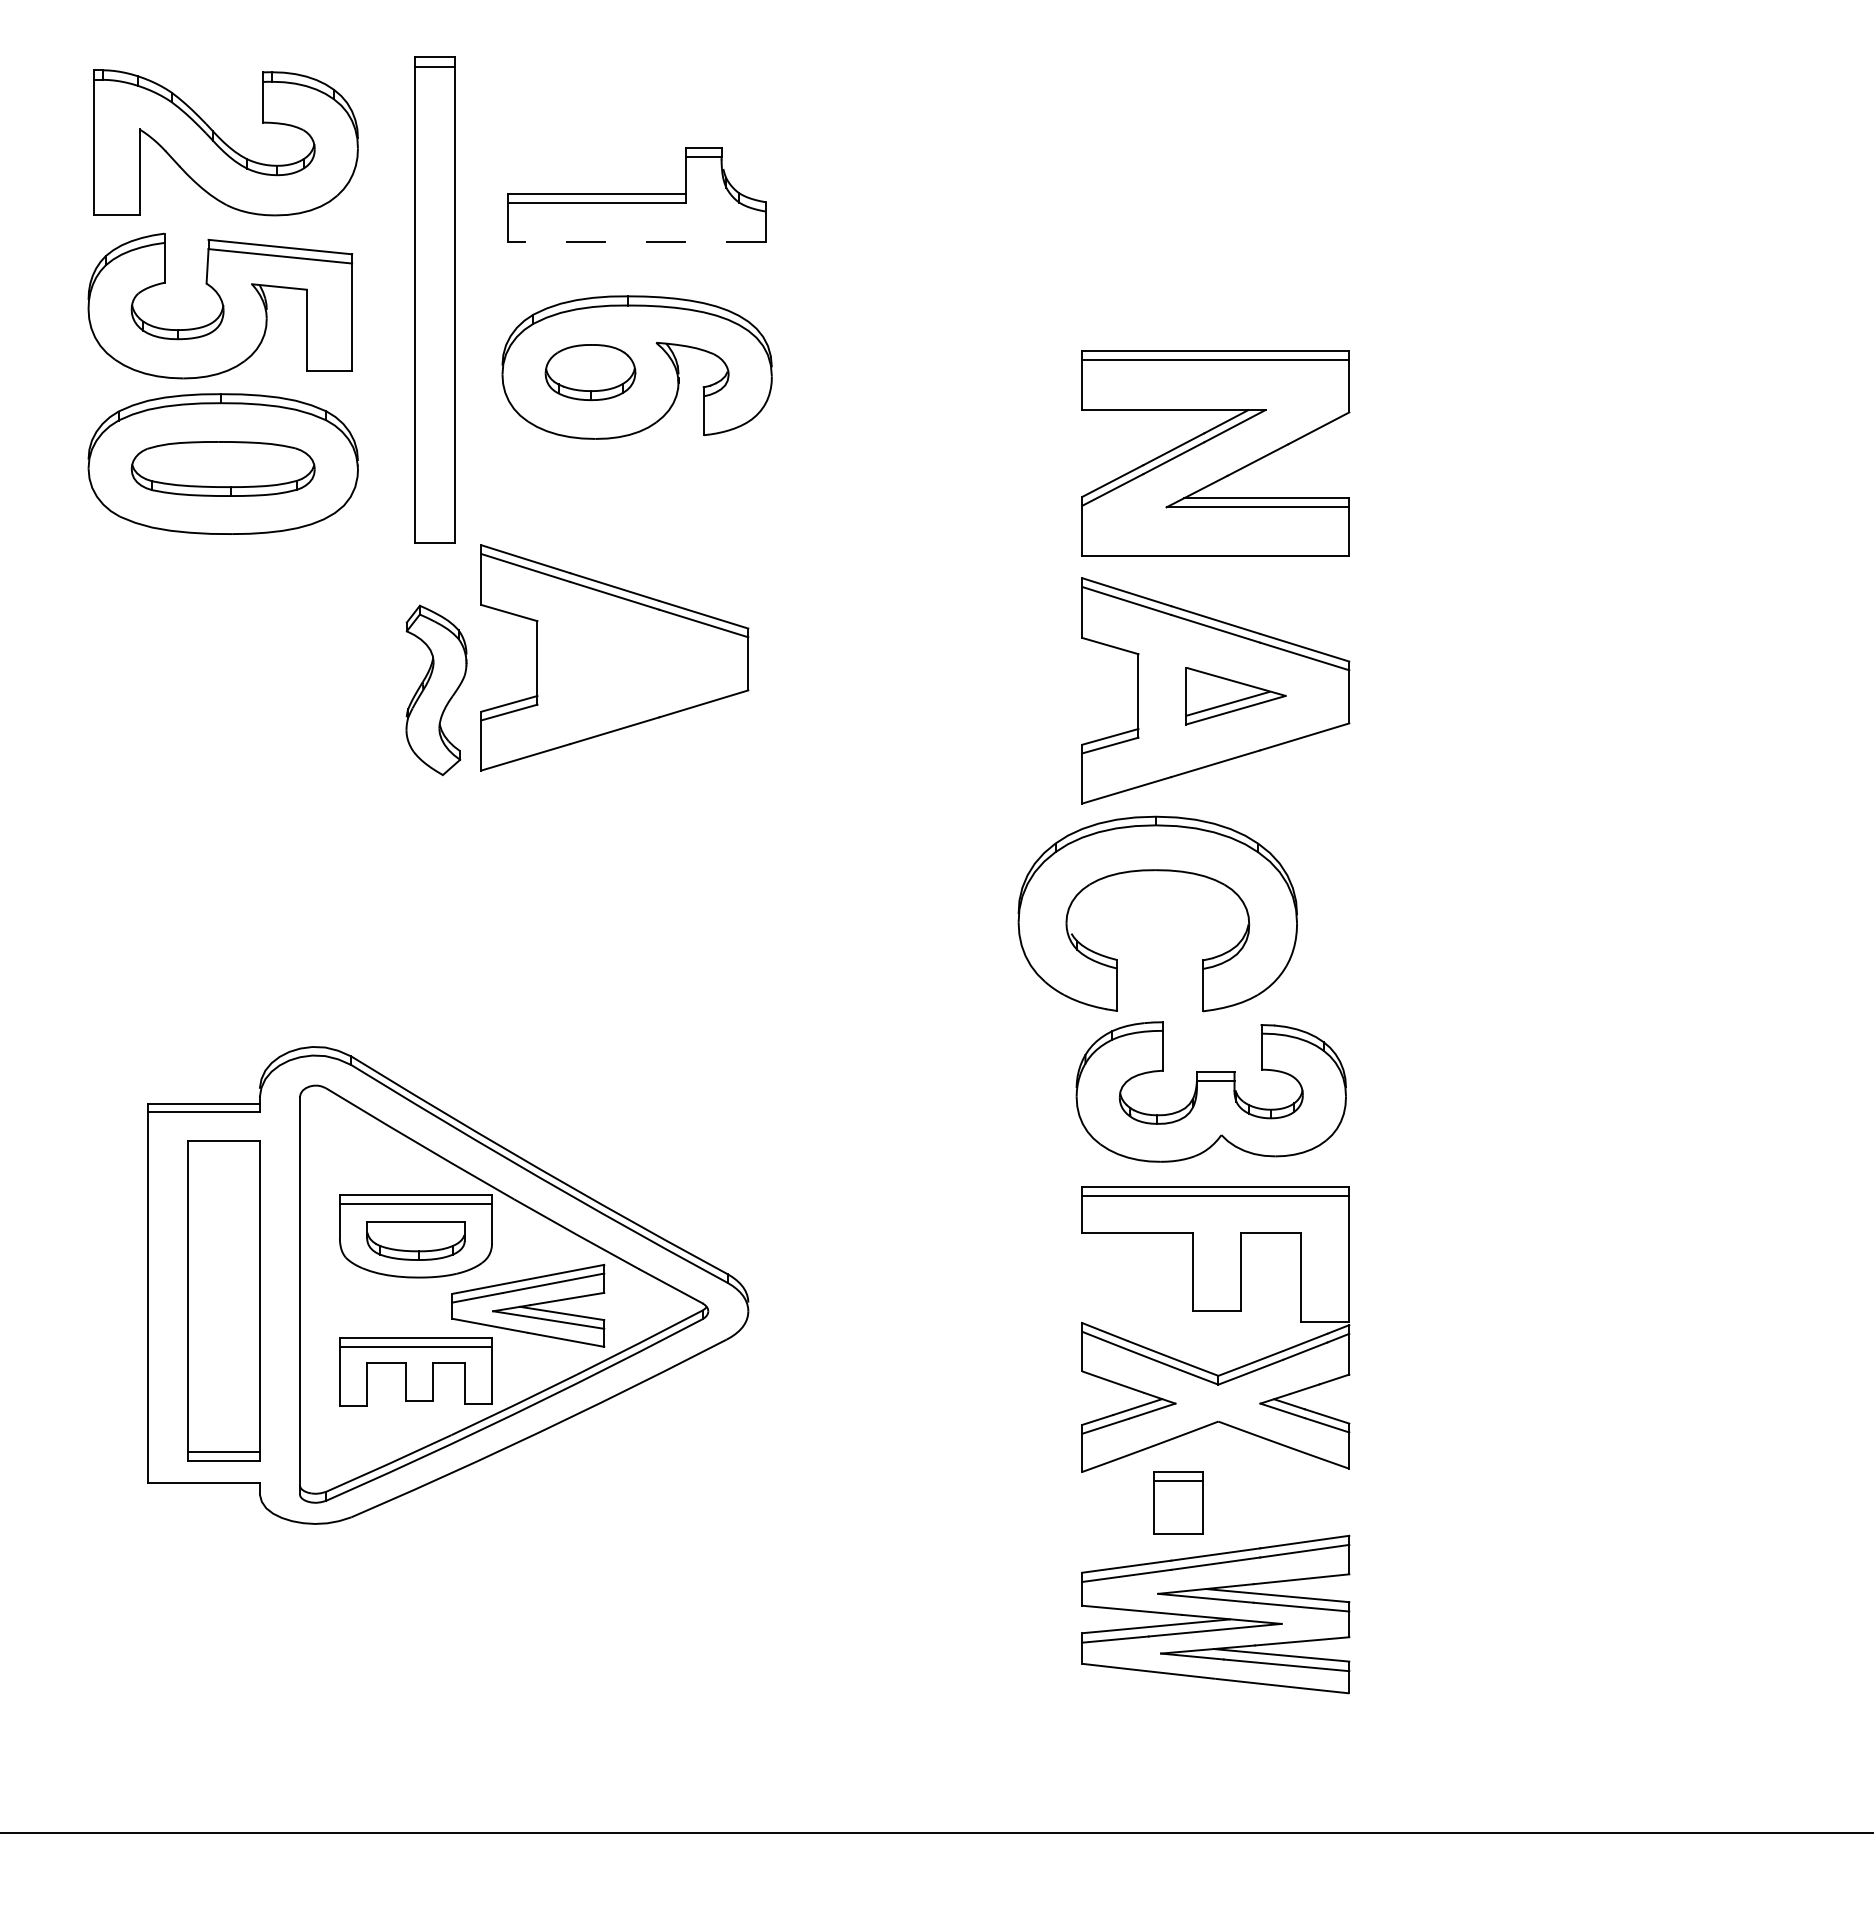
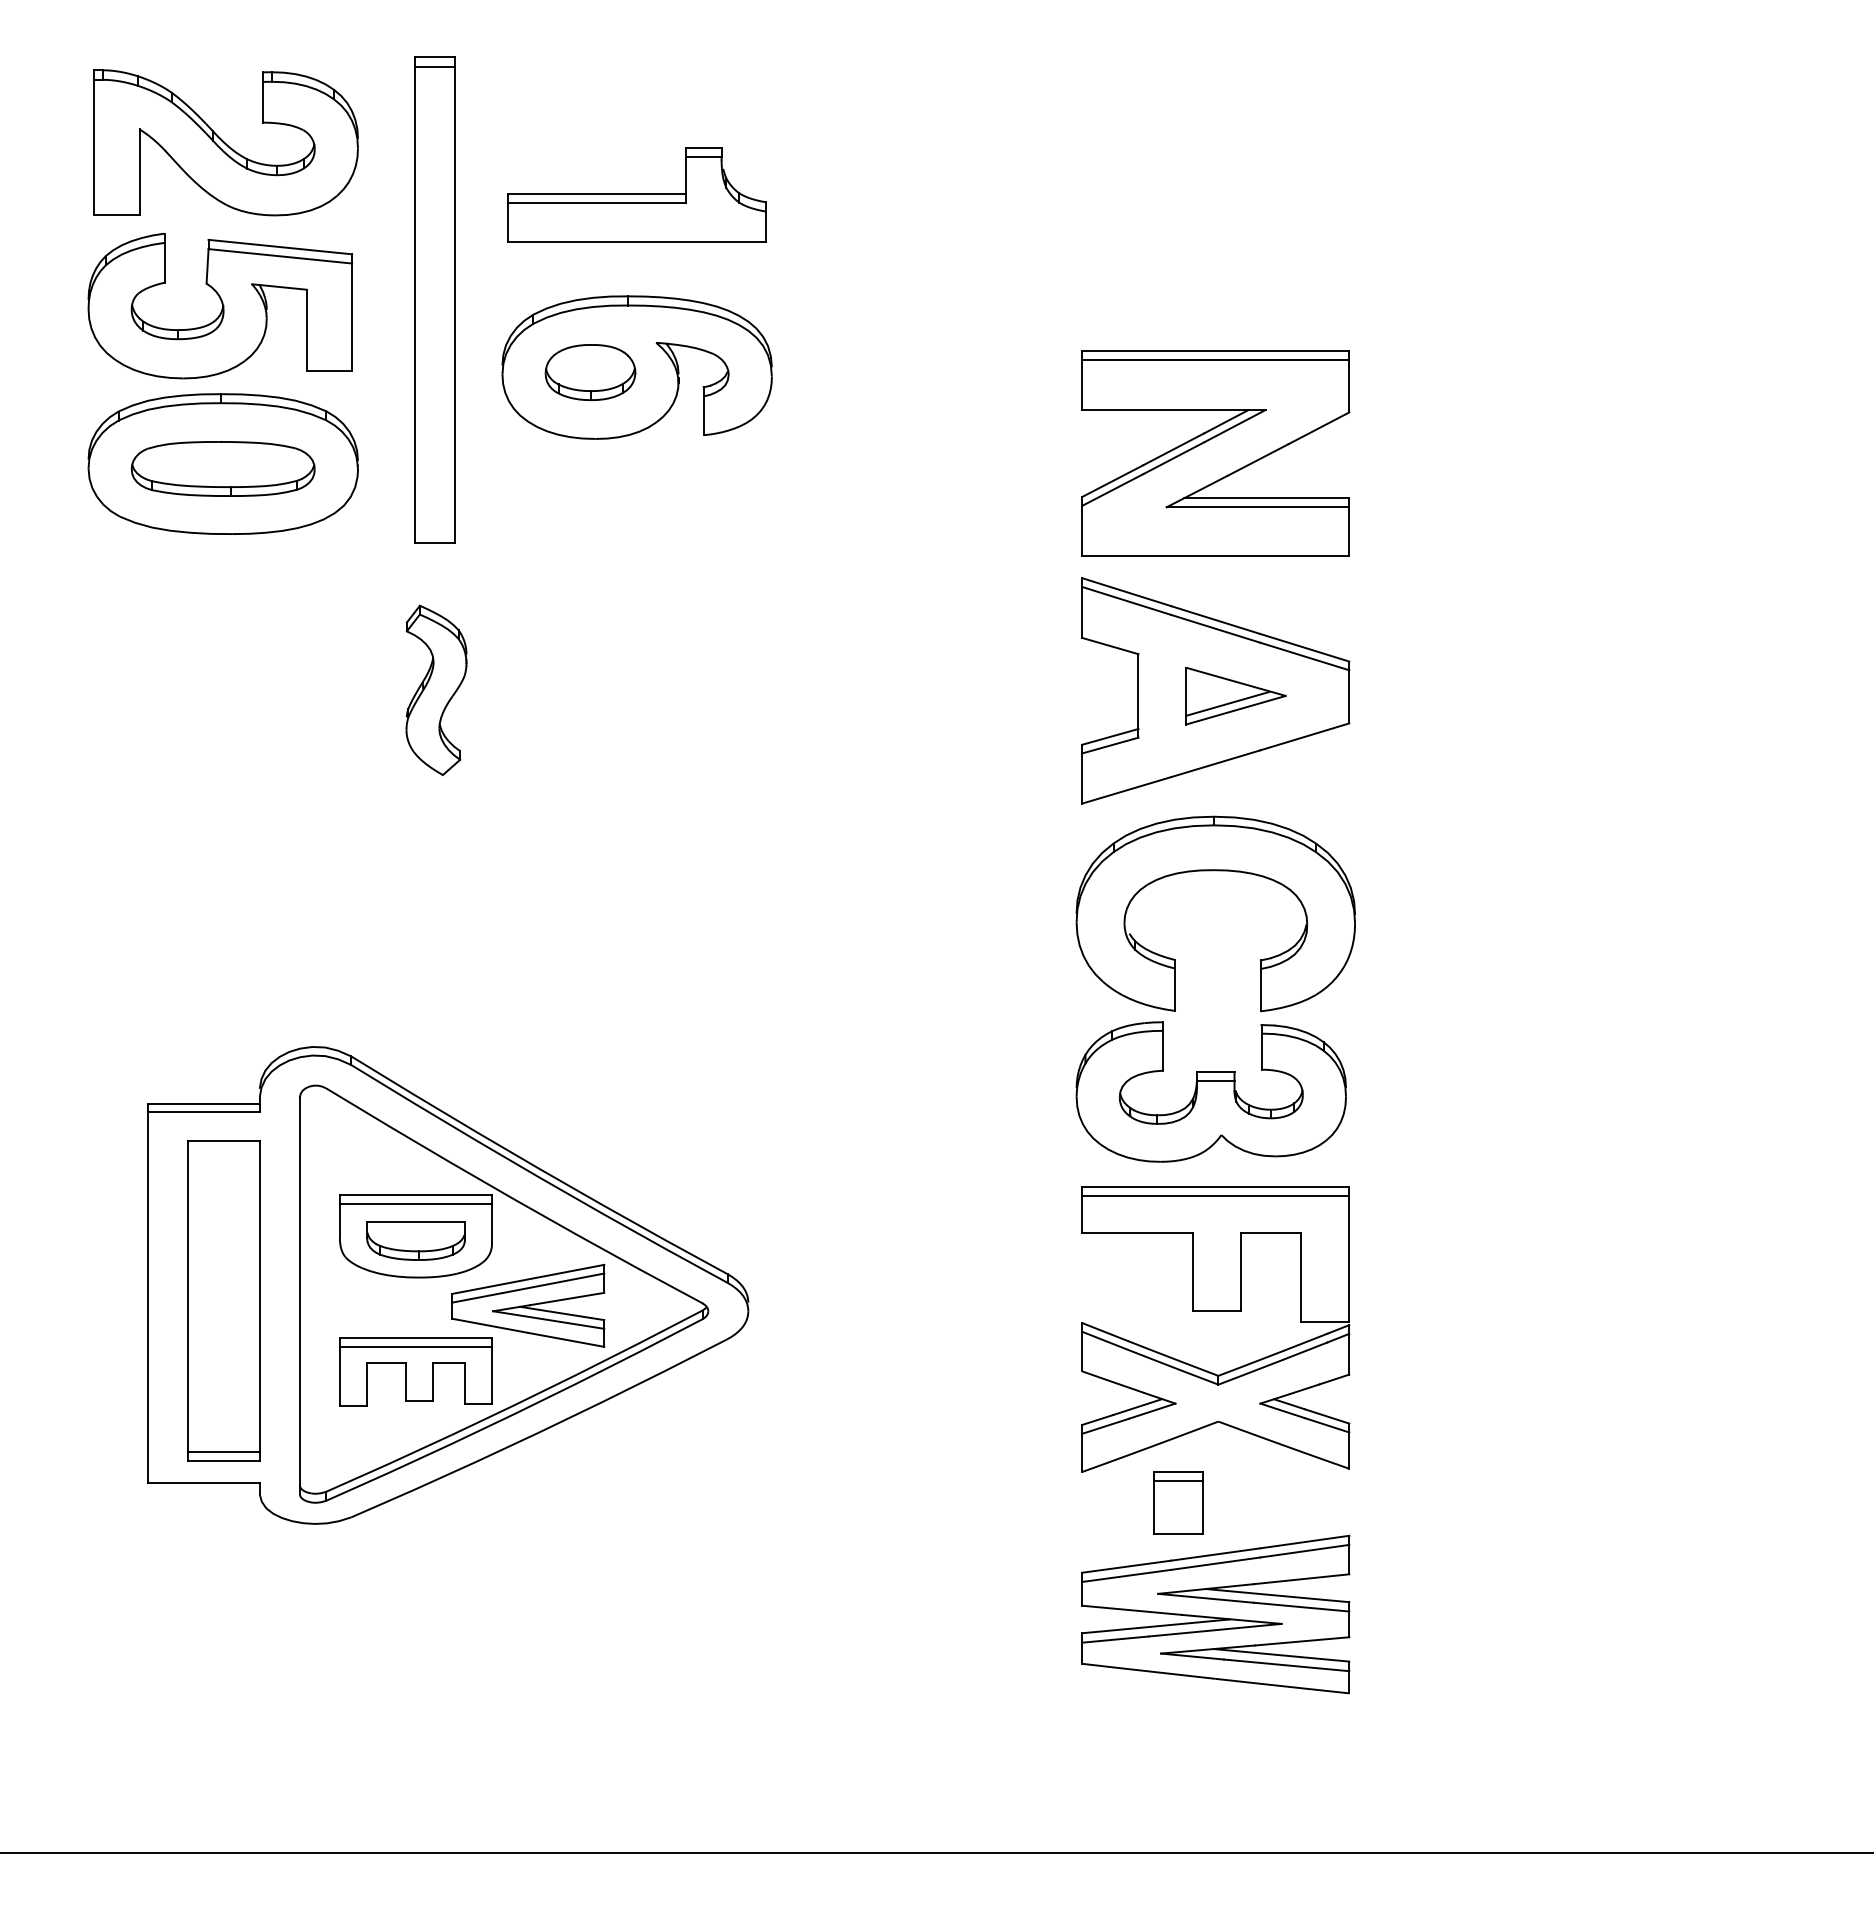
line at (637, 242): dashed -> solid
part at (614, 657): present -> none
part at (1157, 871) position: (1157, 871) -> (1215, 871)
line at (936, 1832) position: (936, 1832) -> (936, 1852)
